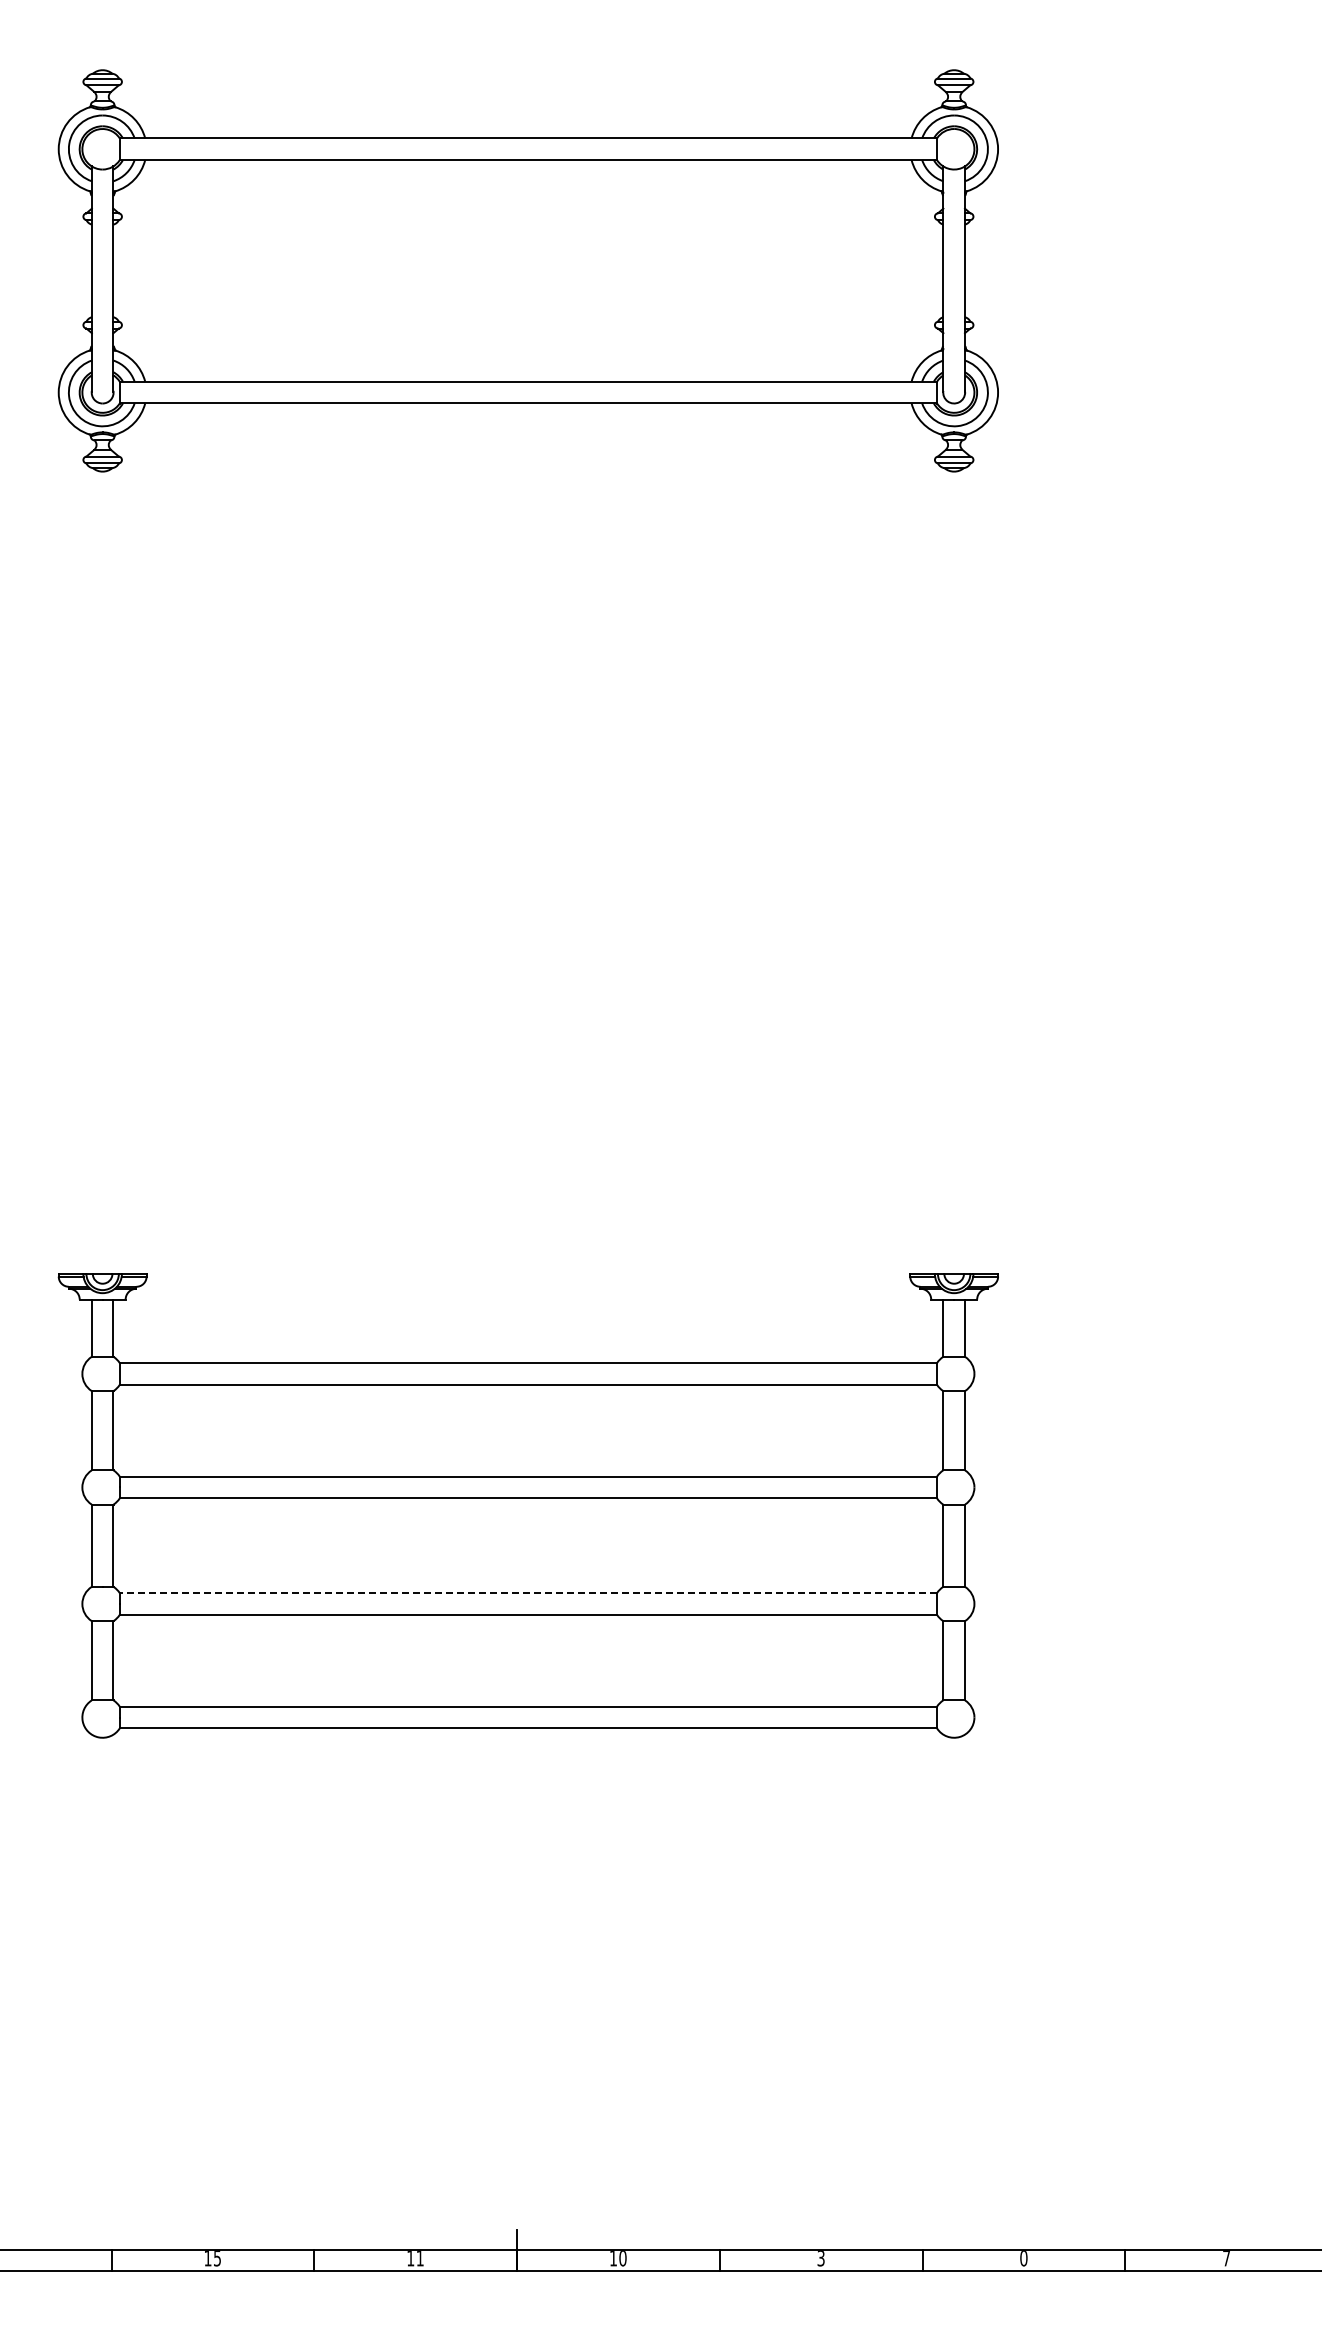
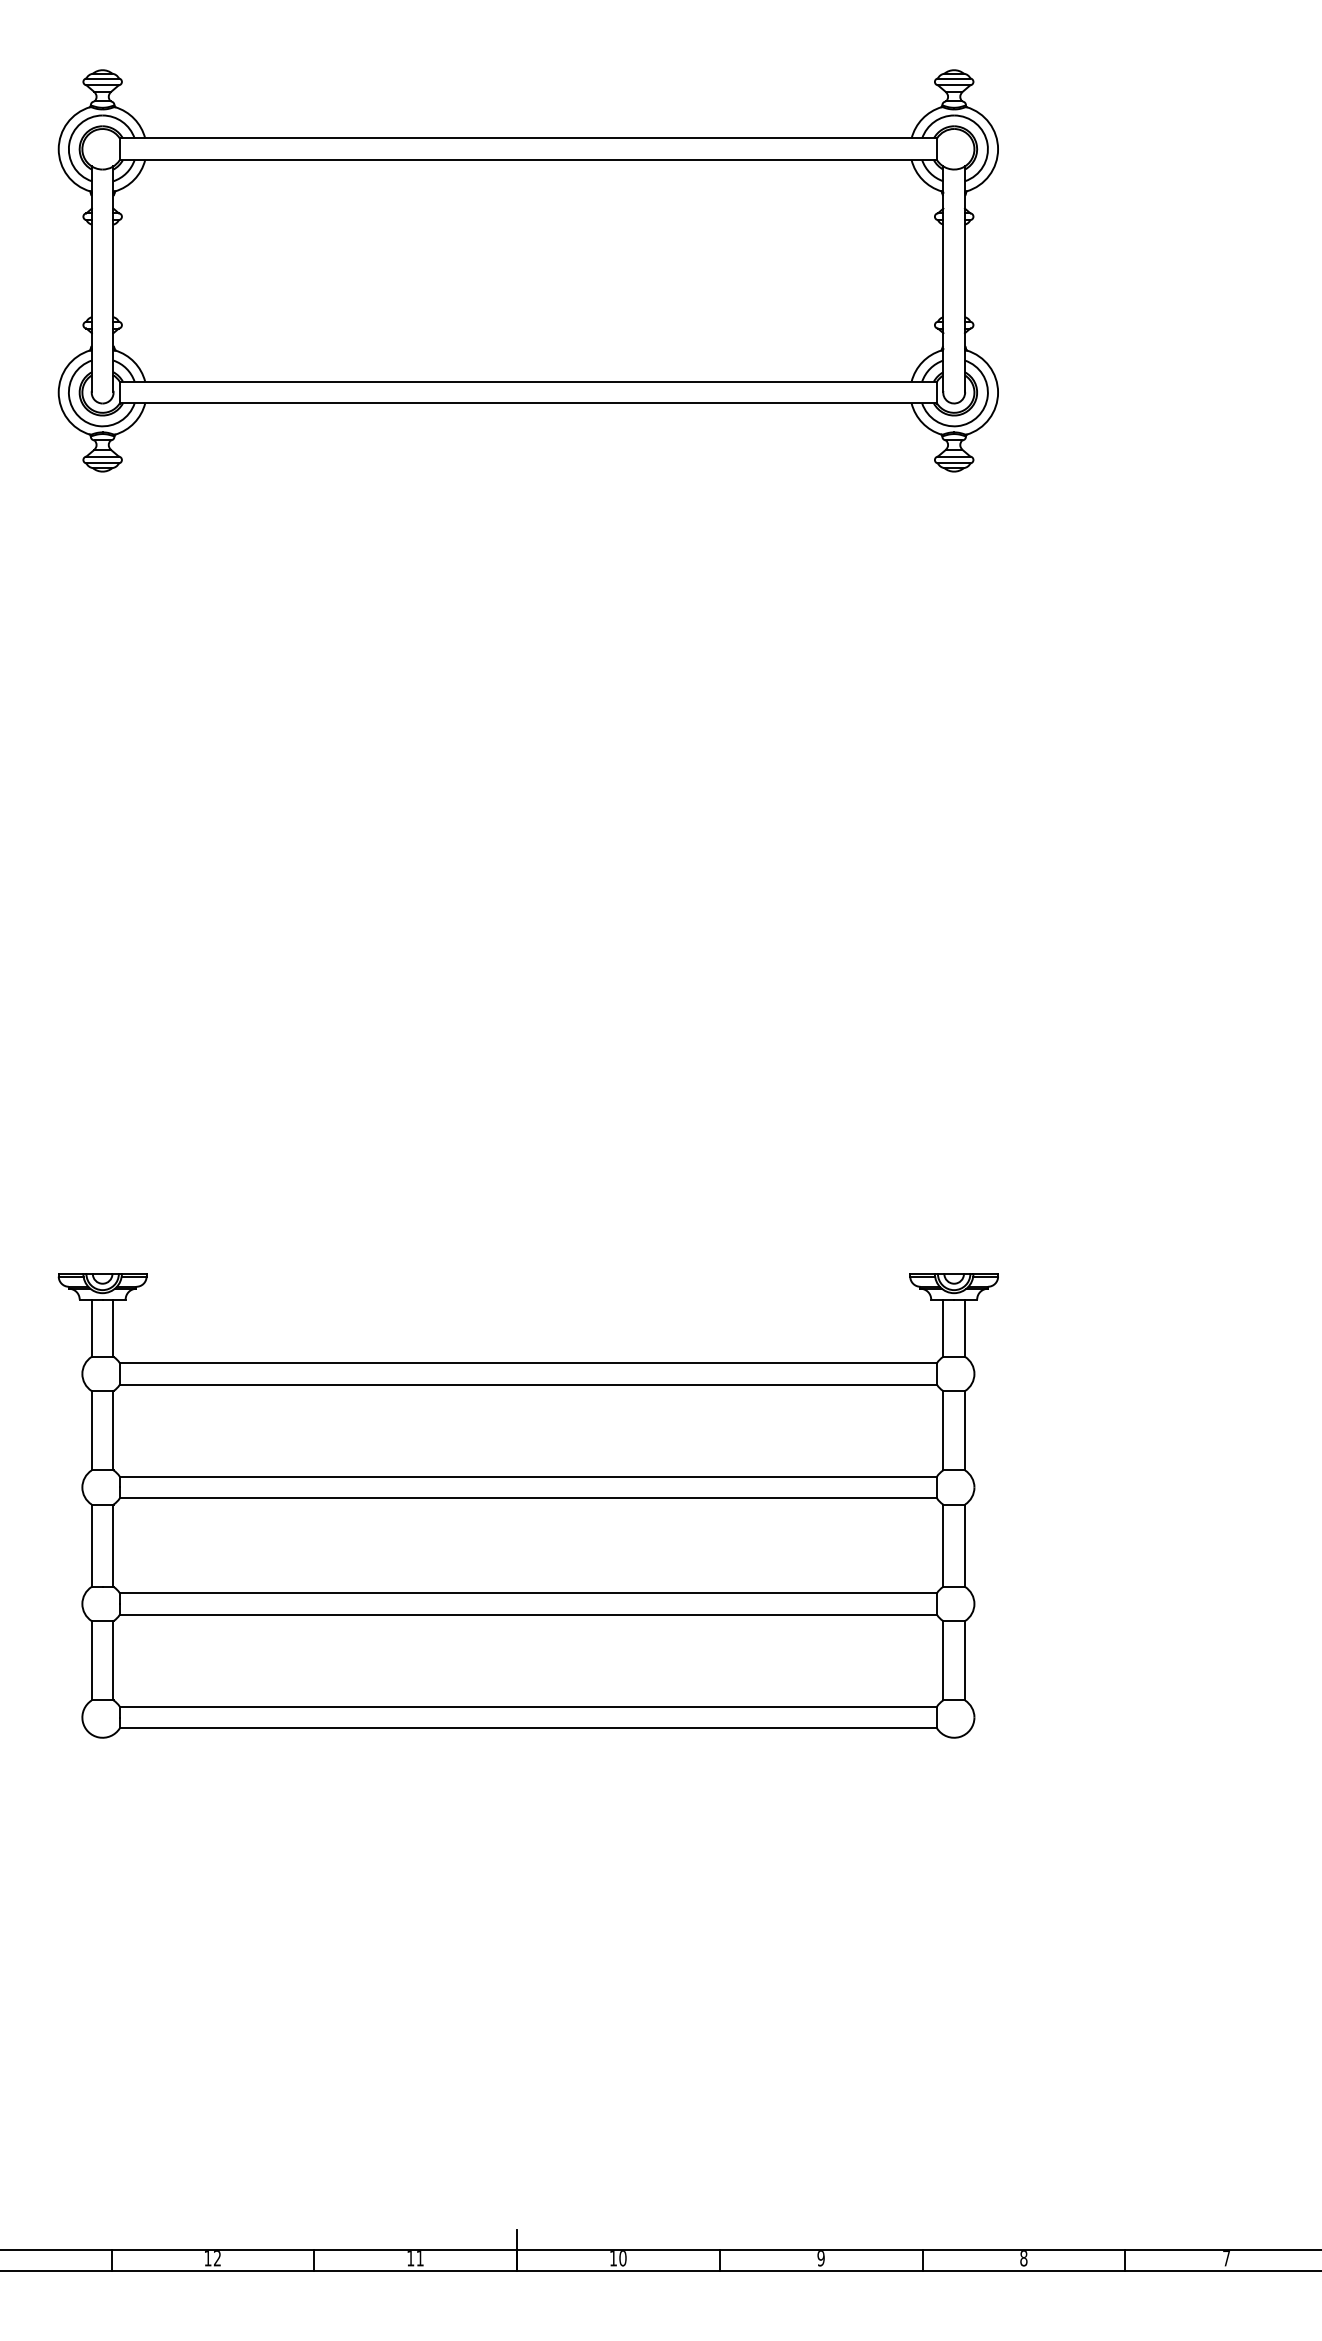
line at (528, 1593): dashed -> solid
text at (217, 2258): 15 -> 12
text at (820, 2258): 3 -> 9
text at (1023, 2258): 0 -> 8
